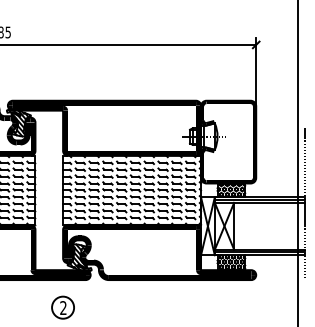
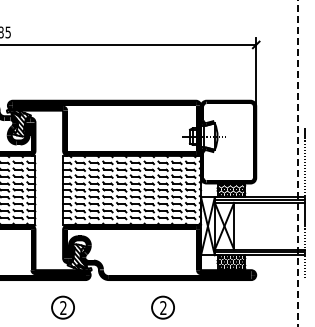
line at (297, 163): solid -> dashed
part at (162, 307): none -> present
